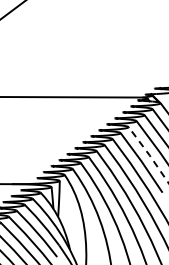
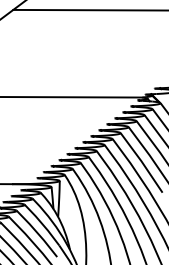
line at (89, 9): none -> present
line at (149, 154): dashed -> solid
